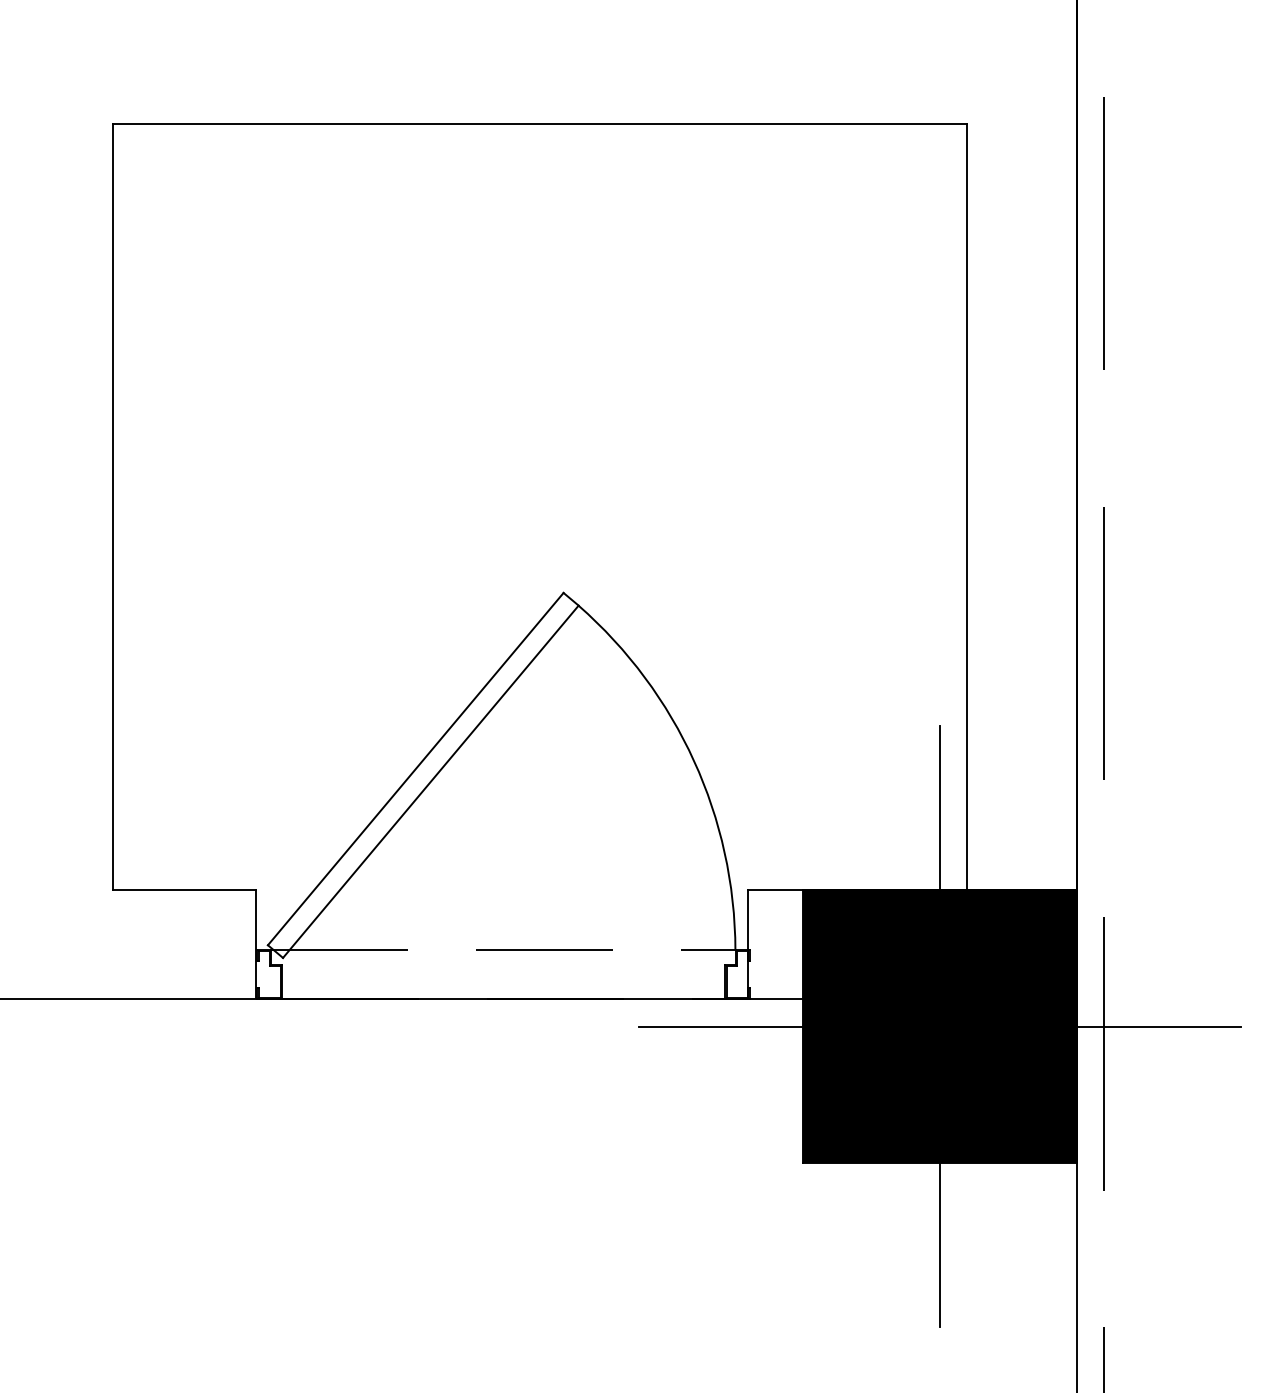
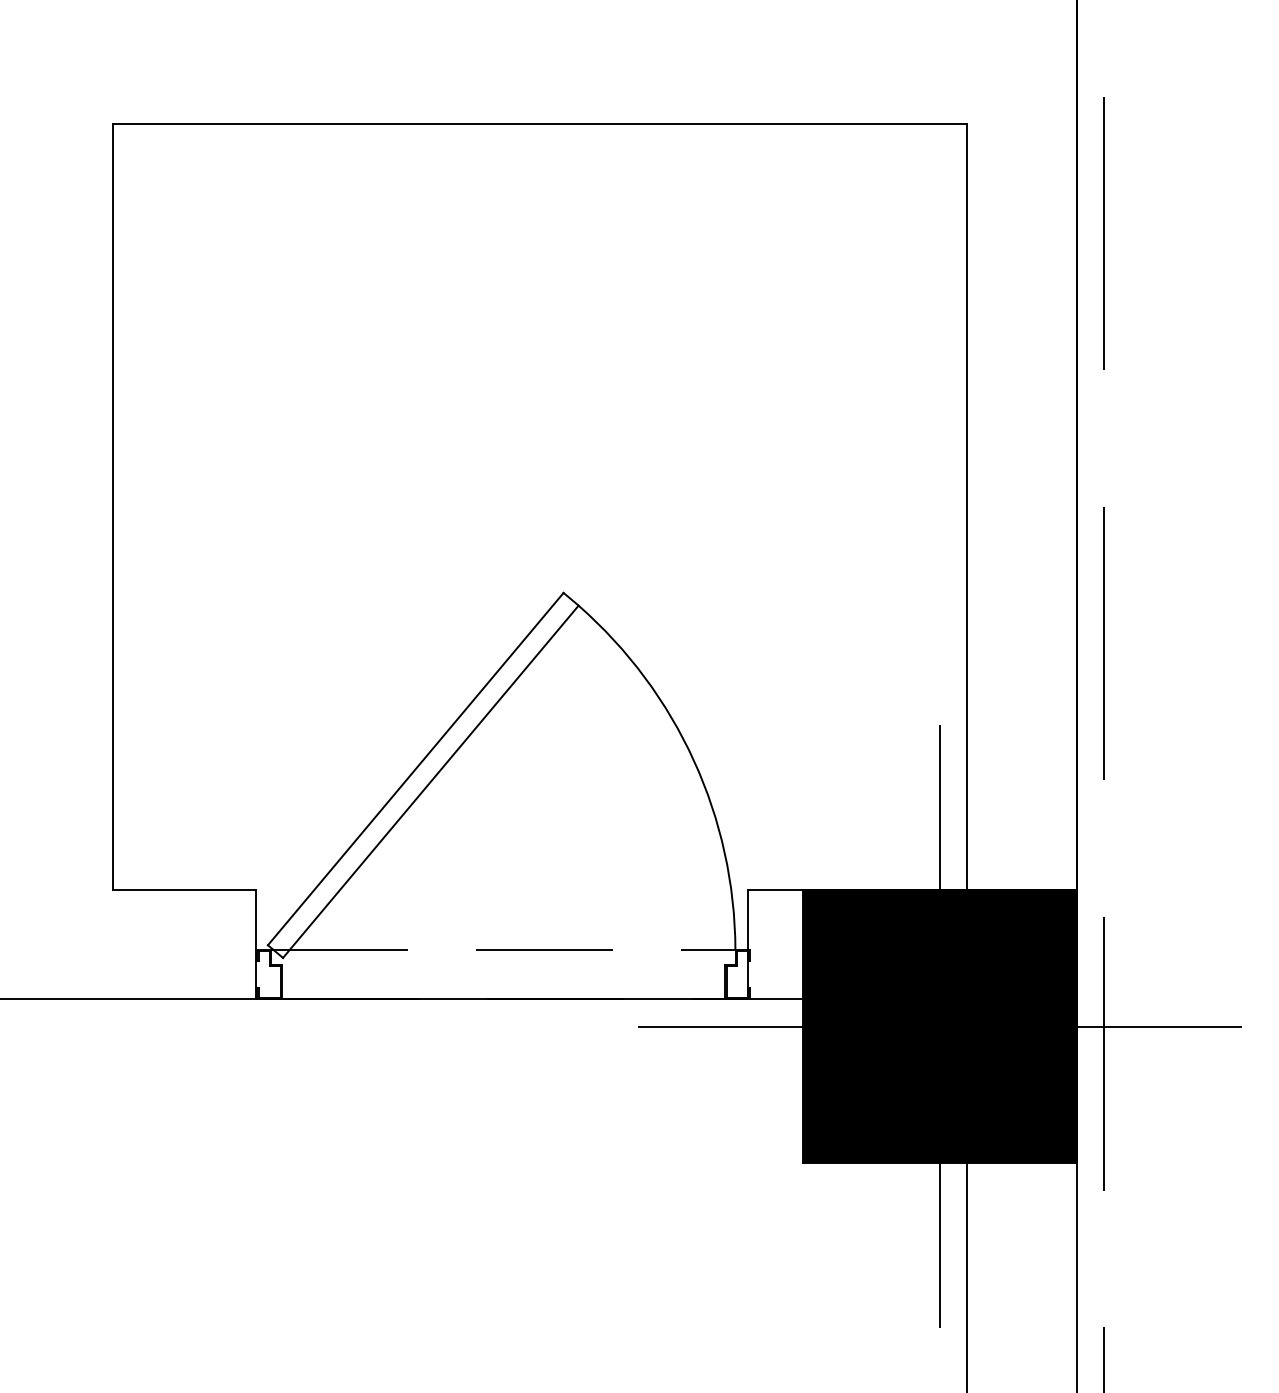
line at (967, 1276): none -> present
